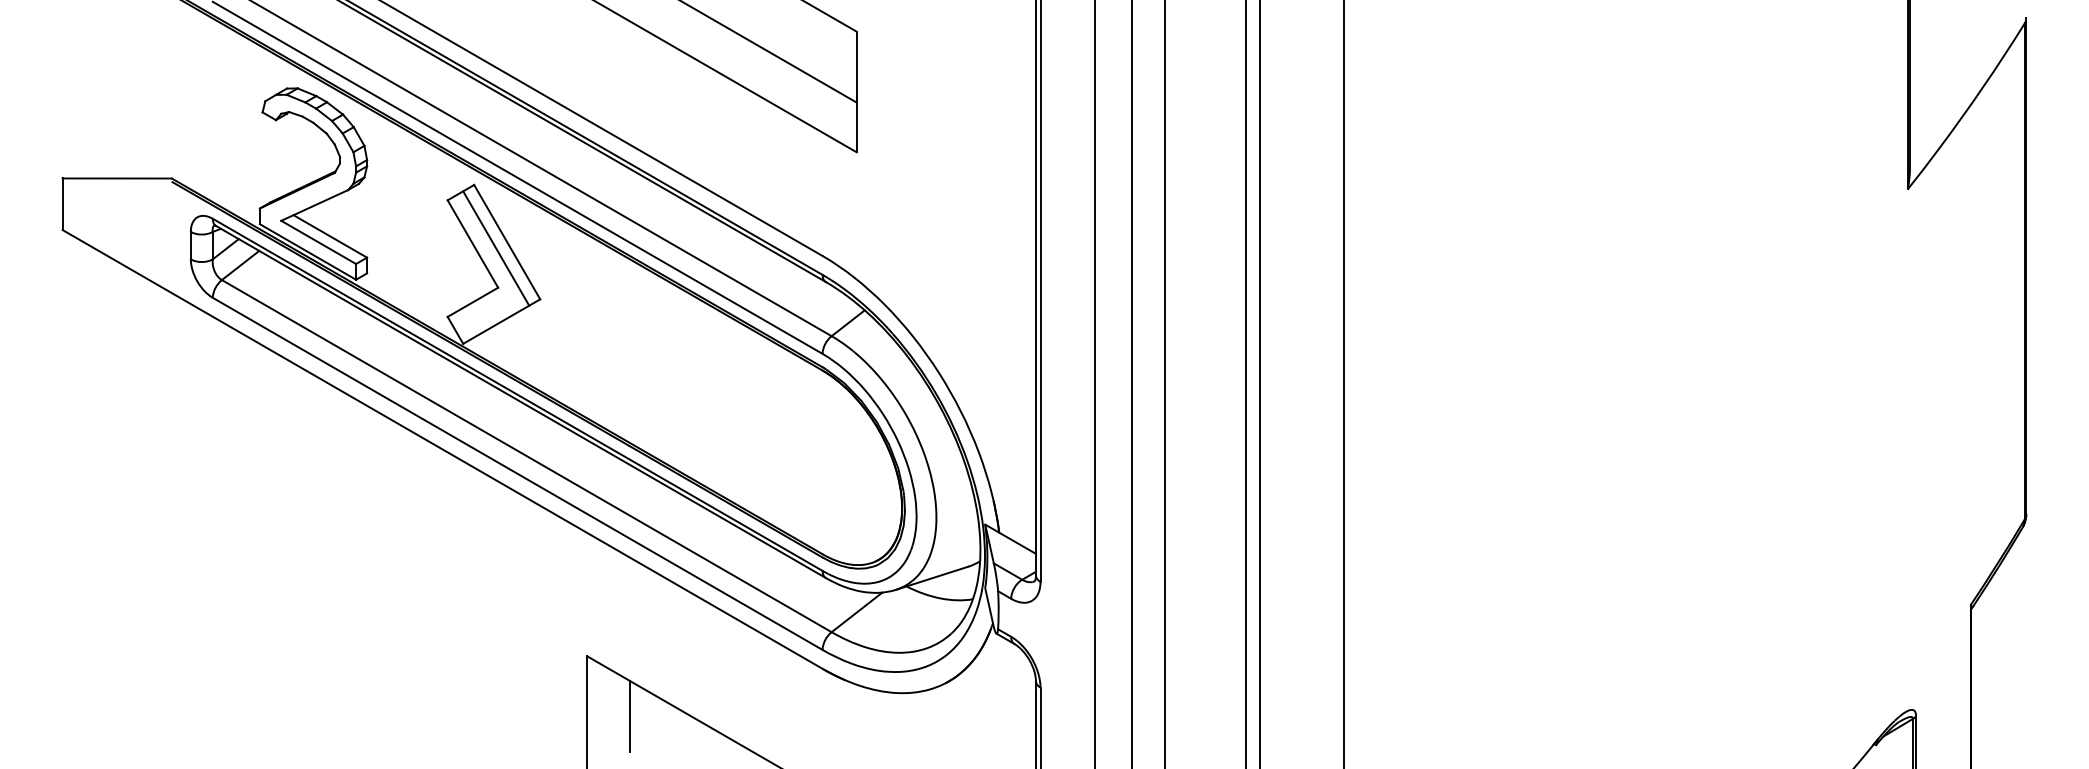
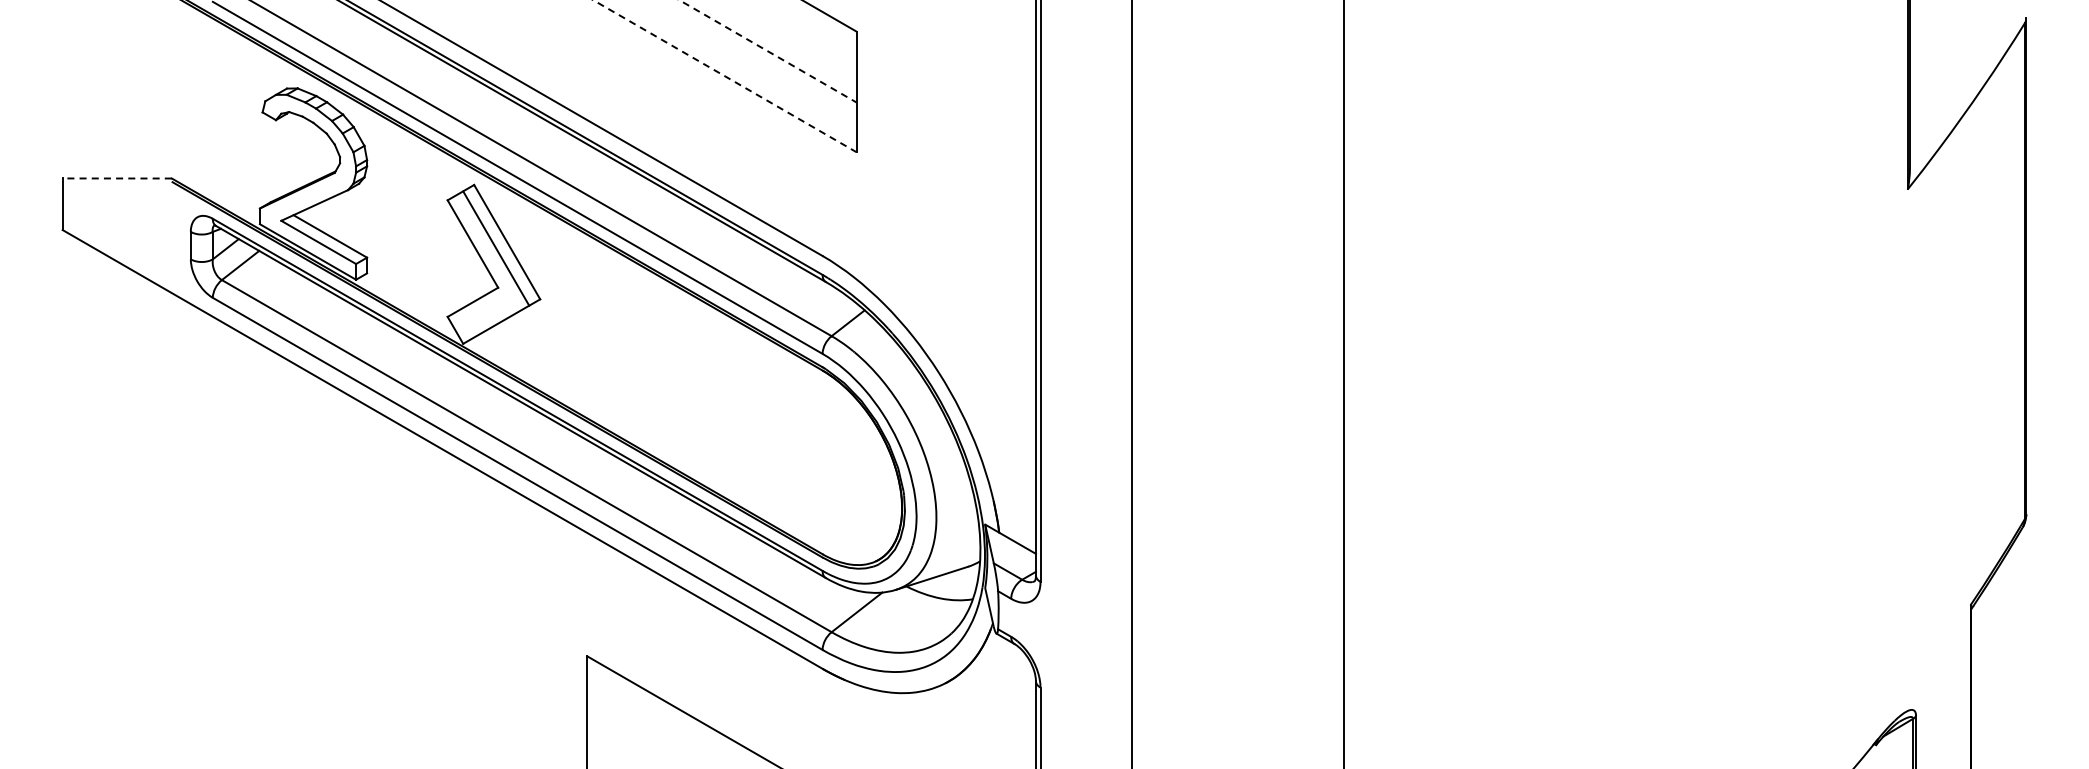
line at (768, 51): solid -> dashed
line at (724, 76): solid -> dashed
line at (117, 178): solid -> dashed
line at (1095, 383): present -> none
line at (1165, 383): present -> none
line at (1245, 383): present -> none
line at (1260, 383): present -> none
line at (630, 716): present -> none
